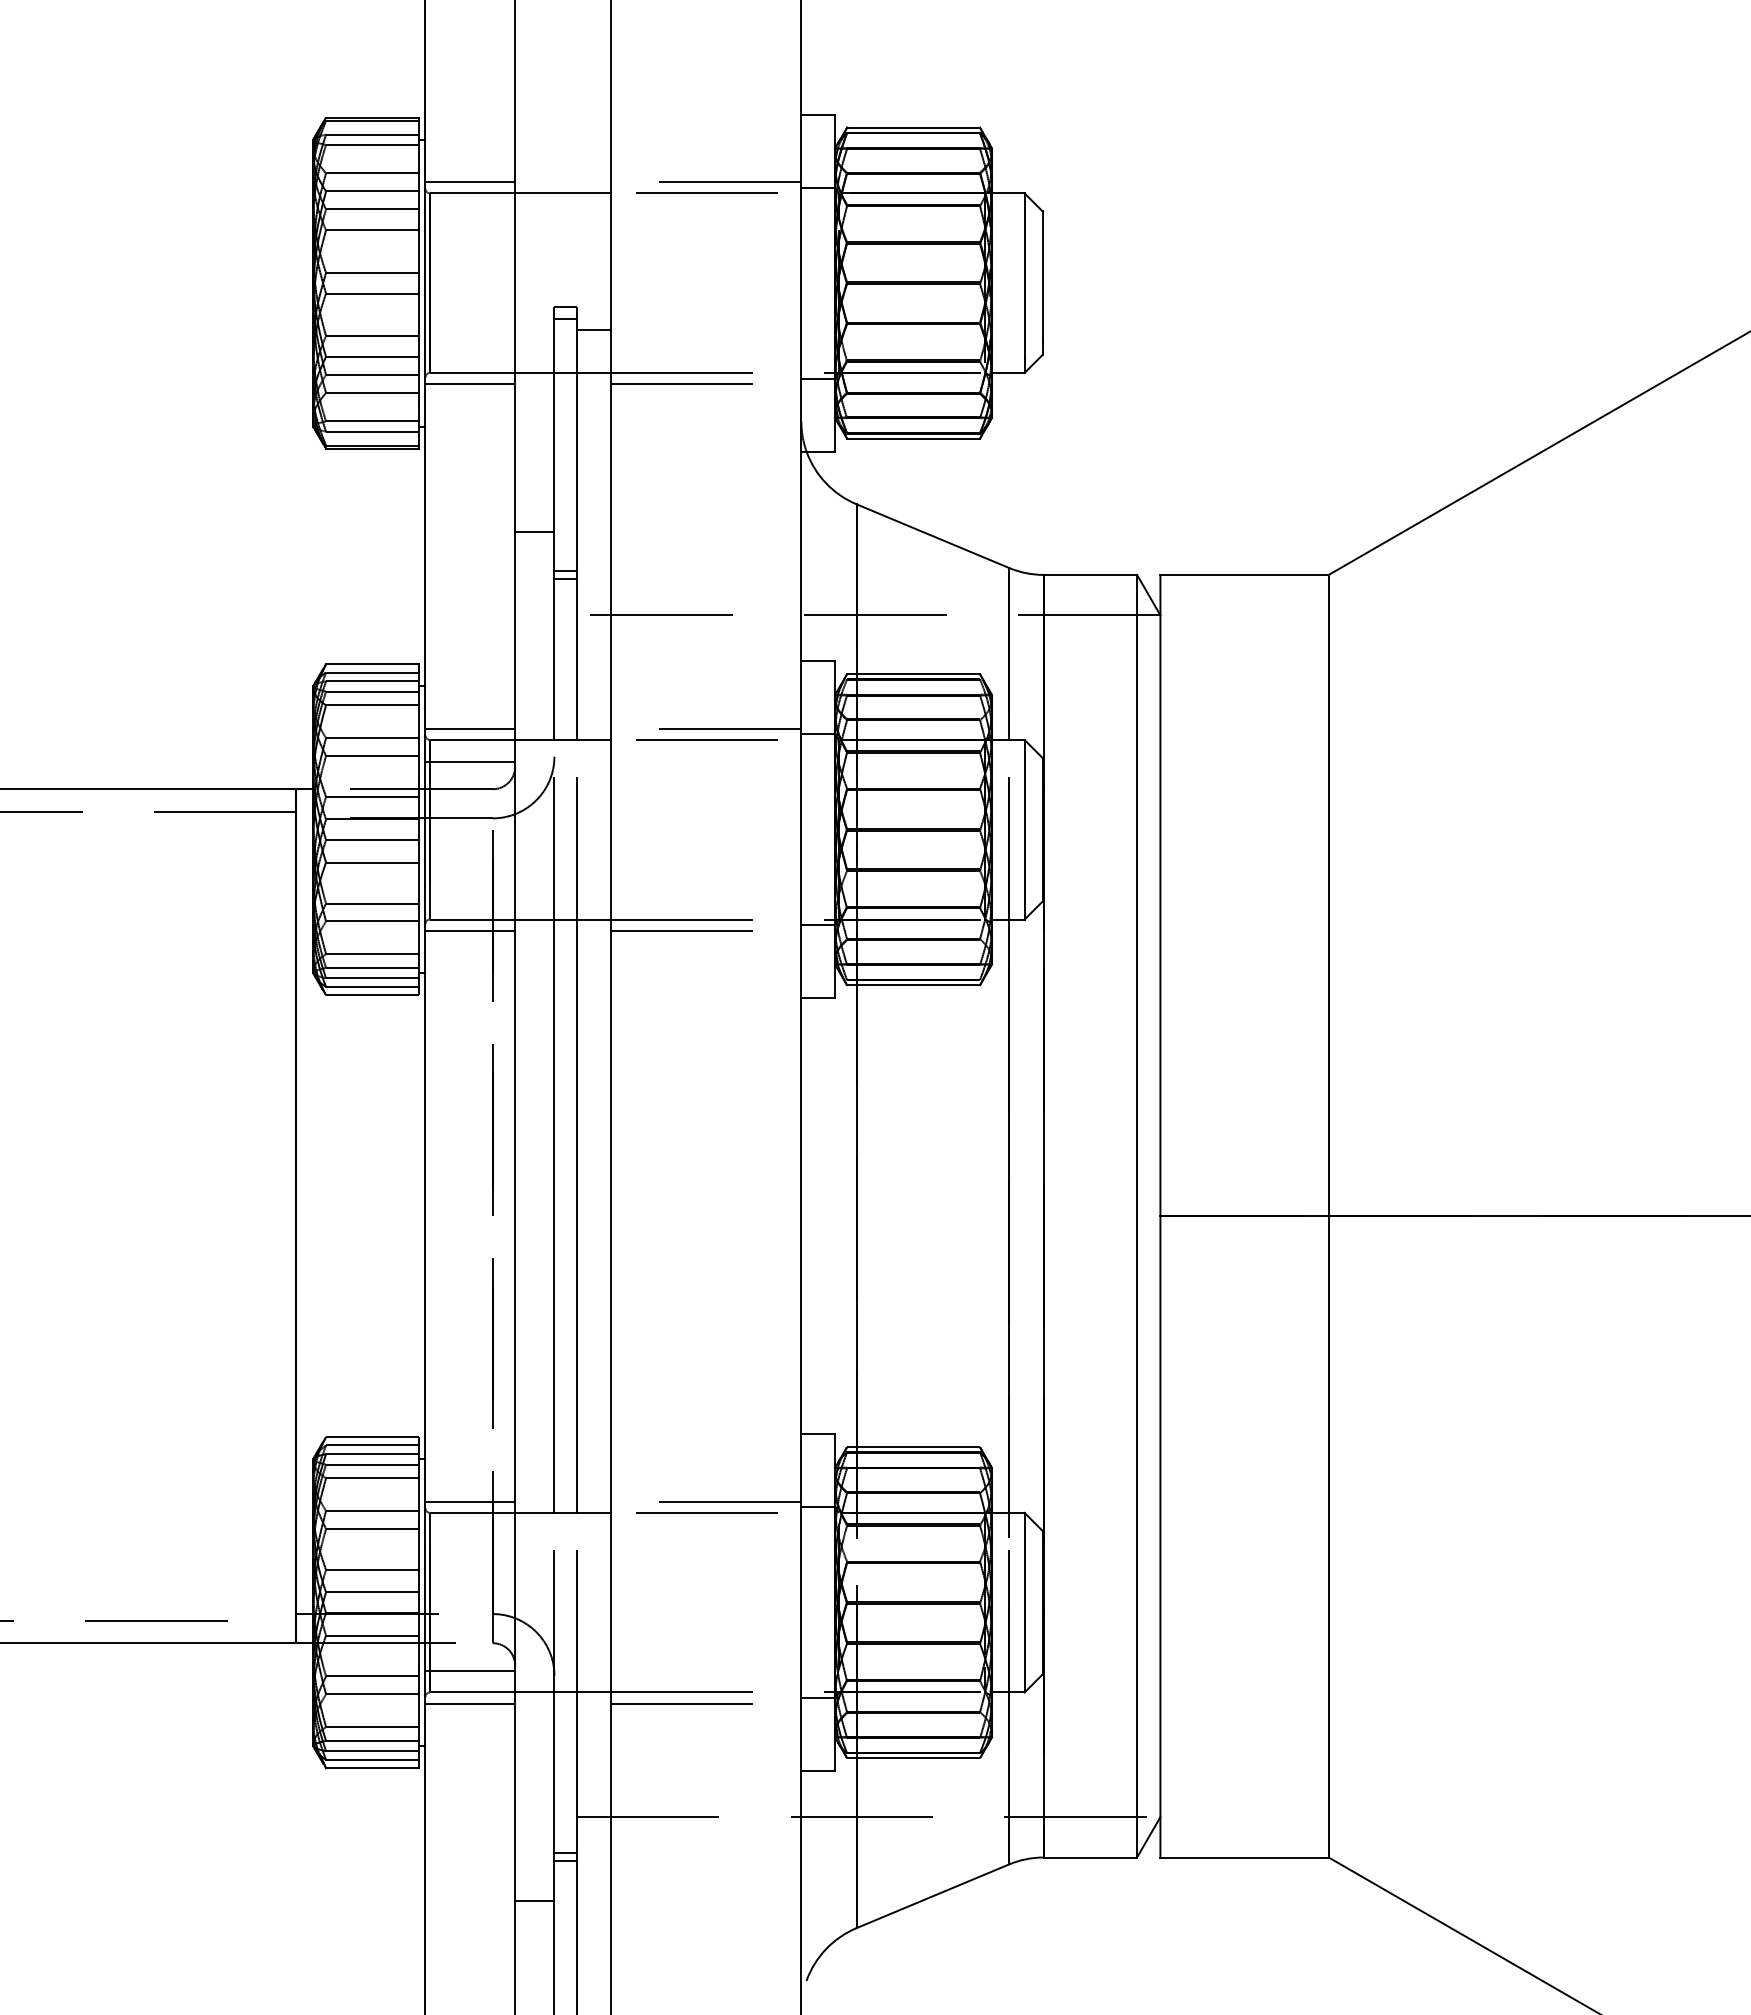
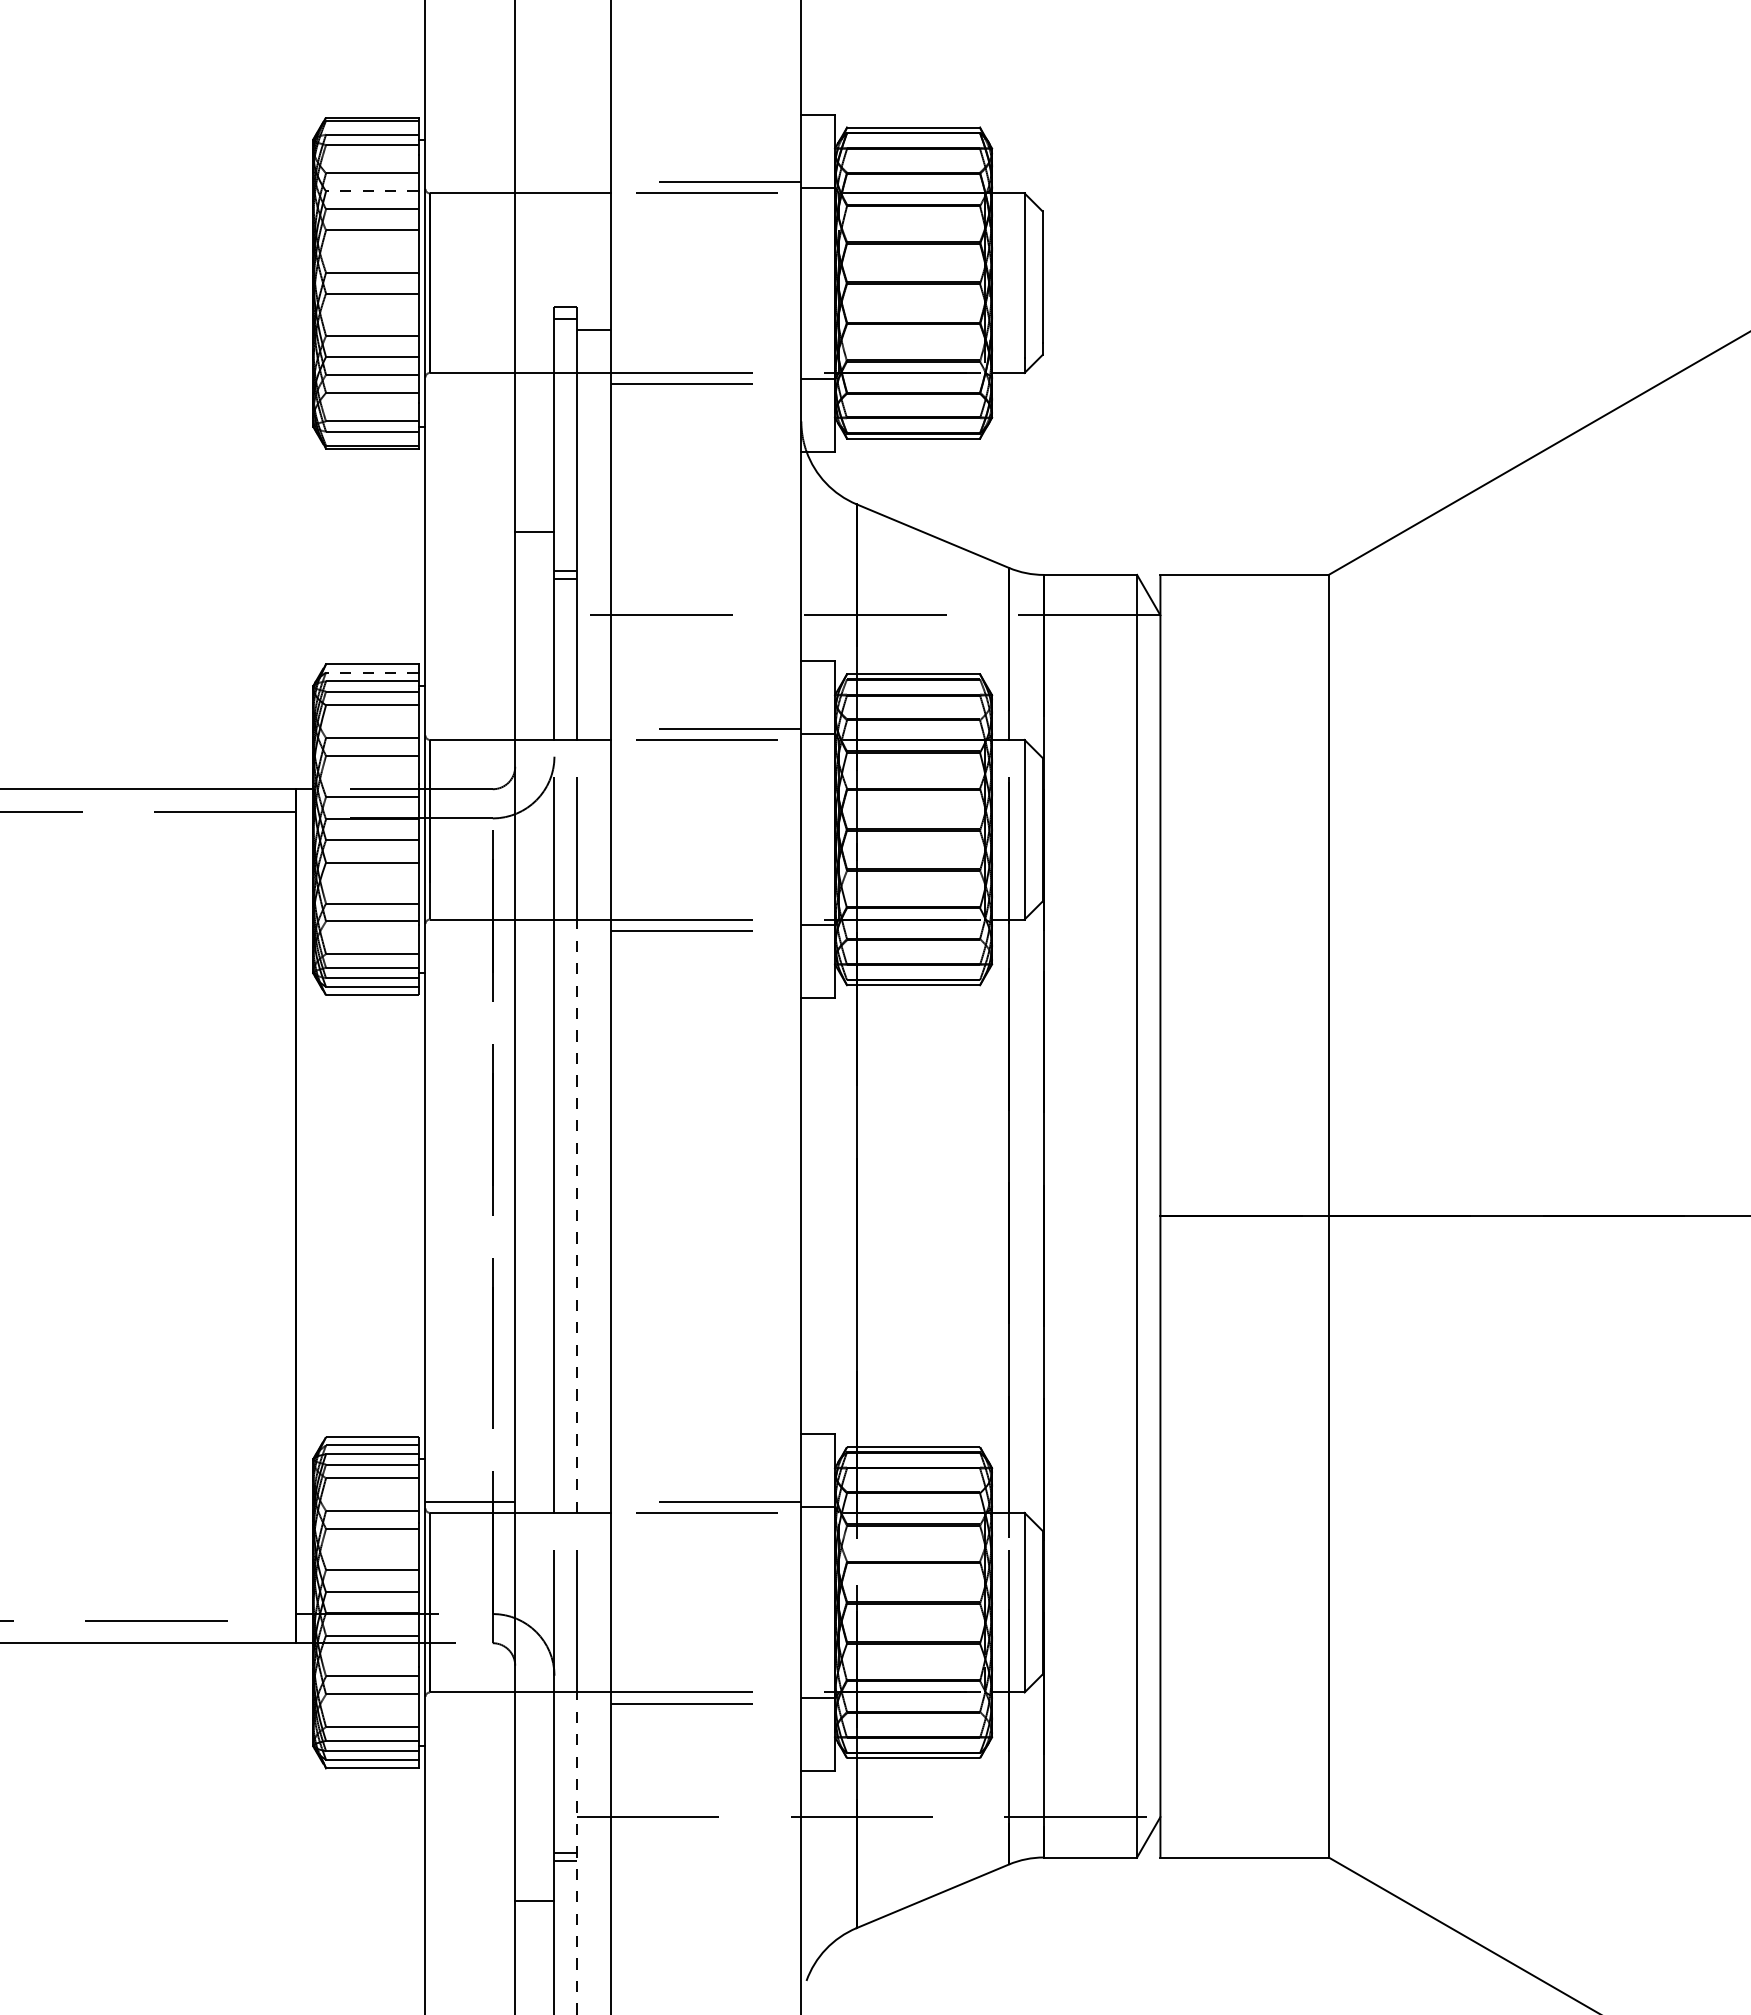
line at (470, 182): present -> none
line at (371, 191): solid -> dashed
line at (470, 384): present -> none
line at (371, 672): solid -> dashed
line at (470, 728): present -> none
line at (470, 761): present -> none
line at (470, 930): present -> none
line at (576, 1216): solid -> dashed
line at (470, 1670): present -> none
line at (470, 1703): present -> none
line at (576, 1853): solid -> dashed
